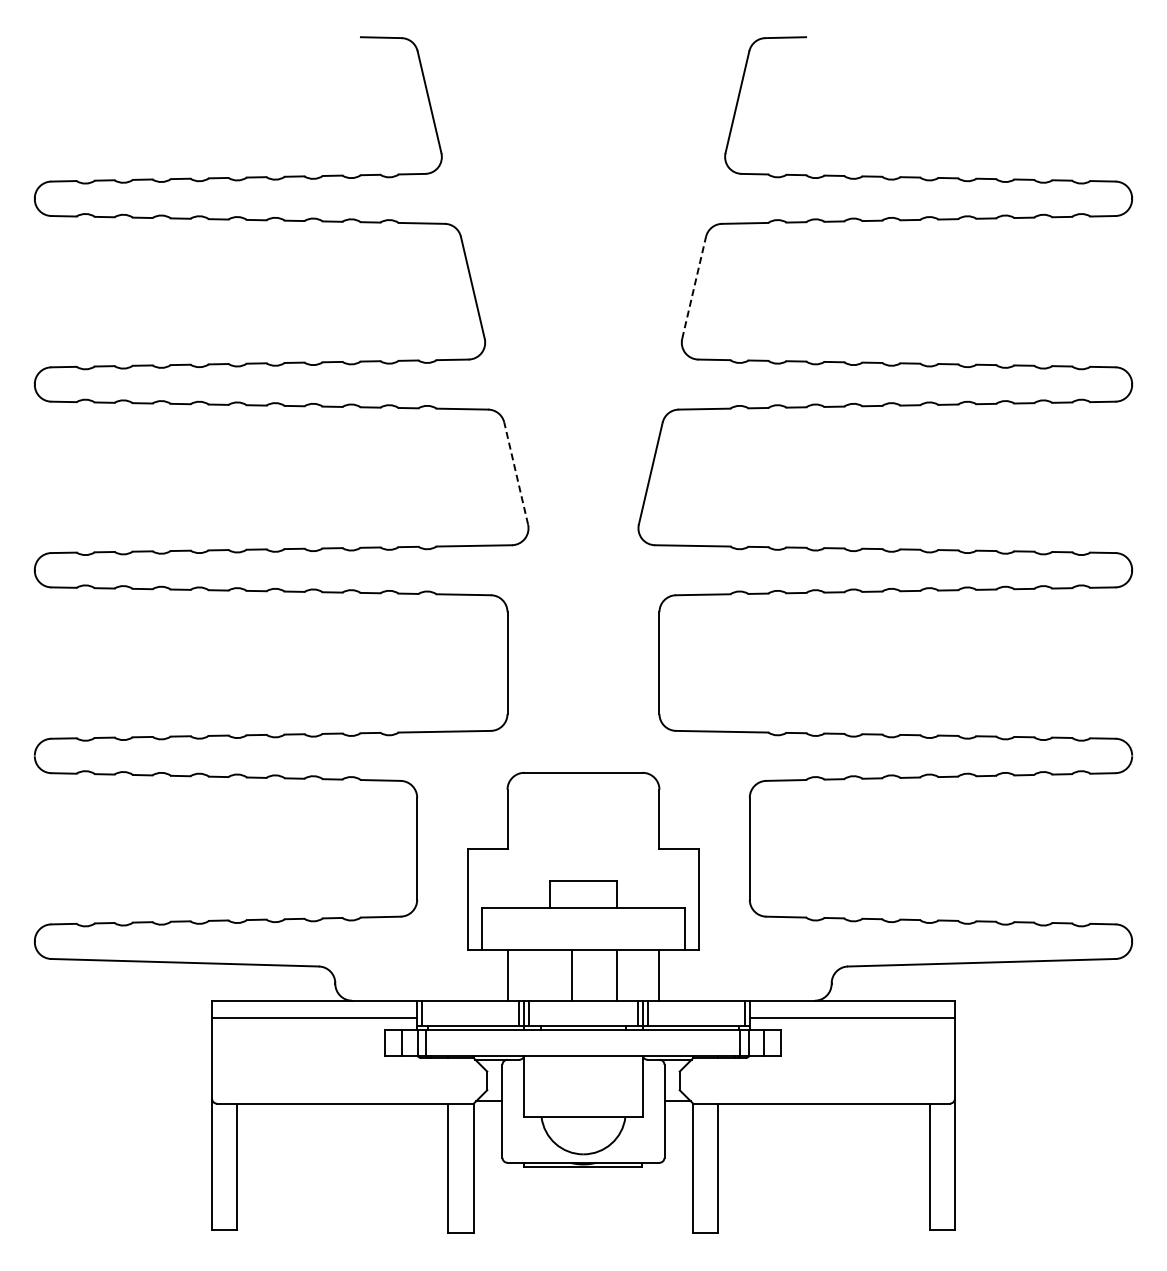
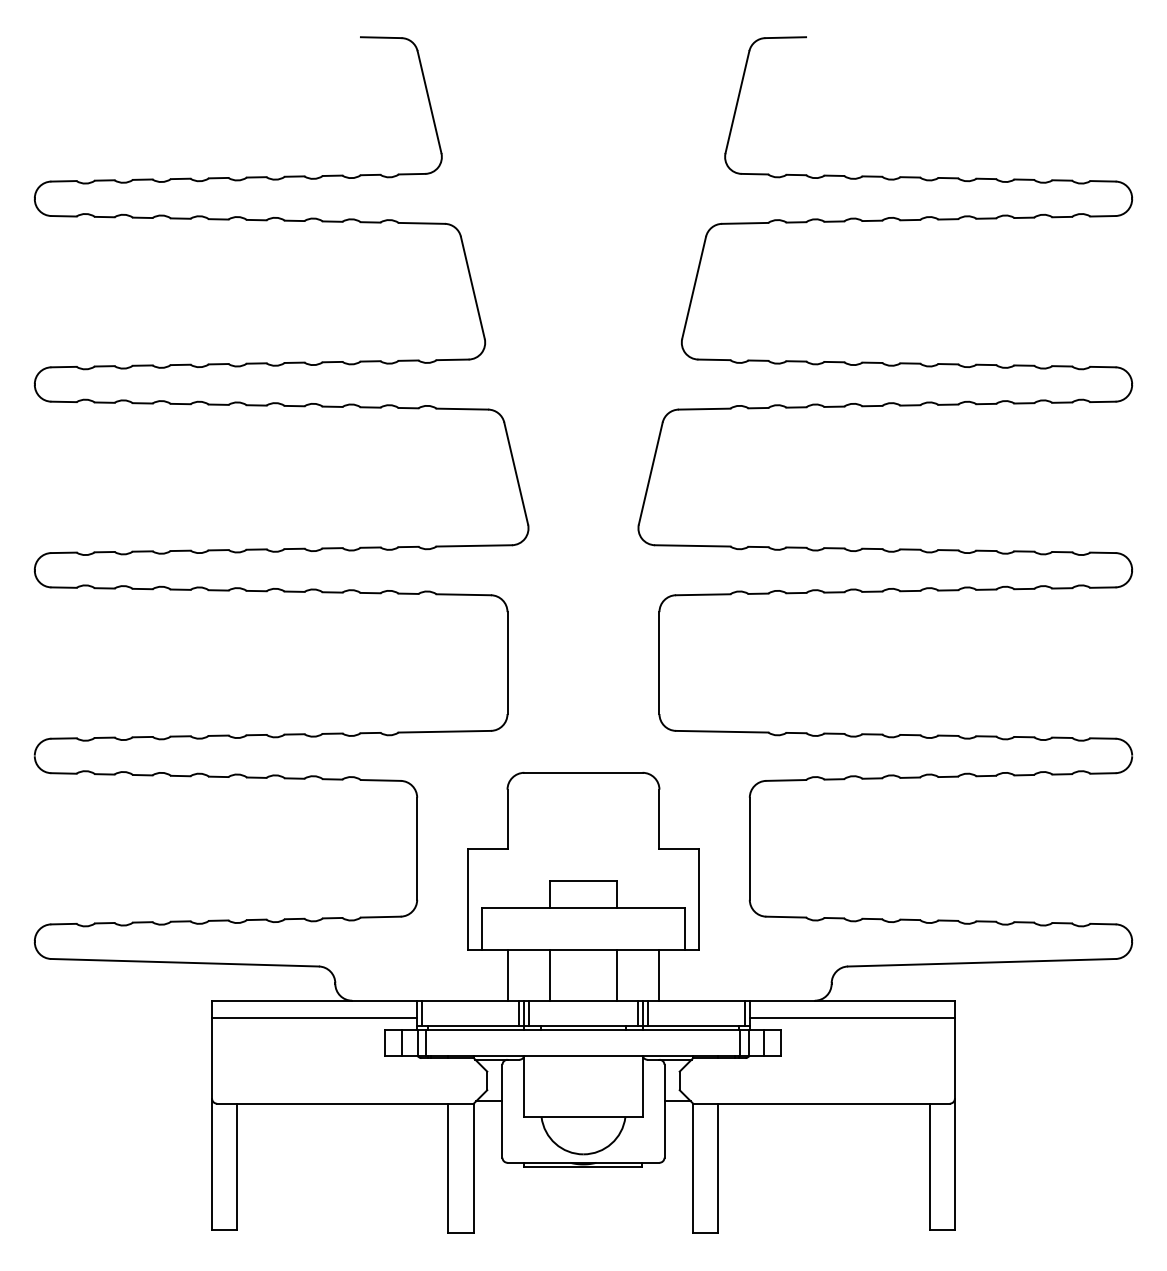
line at (694, 287): dashed -> solid
line at (516, 473): dashed -> solid
line at (571, 975) position: (571, 975) -> (549, 975)
